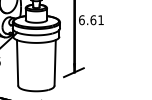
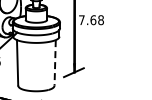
text at (91, 20): 6.61 -> 7.68
line at (55, 62): solid -> dashed
